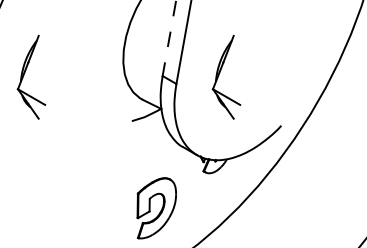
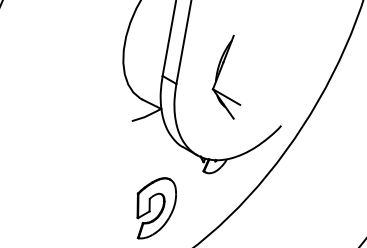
line at (169, 38): dashed -> solid
part at (25, 73): present -> none
